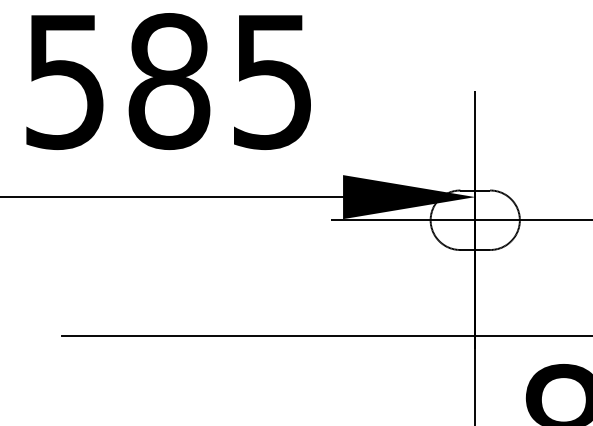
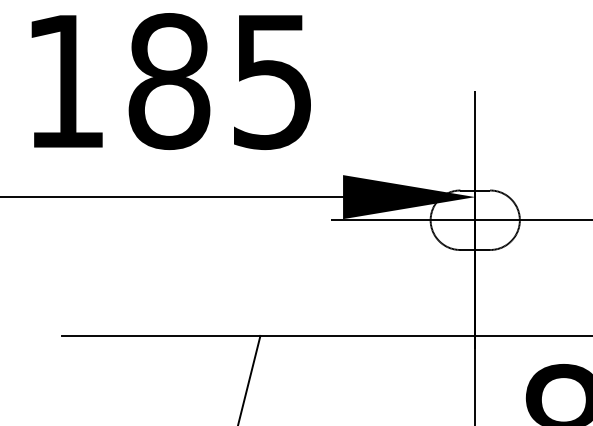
text at (64, 82): 585 -> 185
line at (249, 378): none -> present
